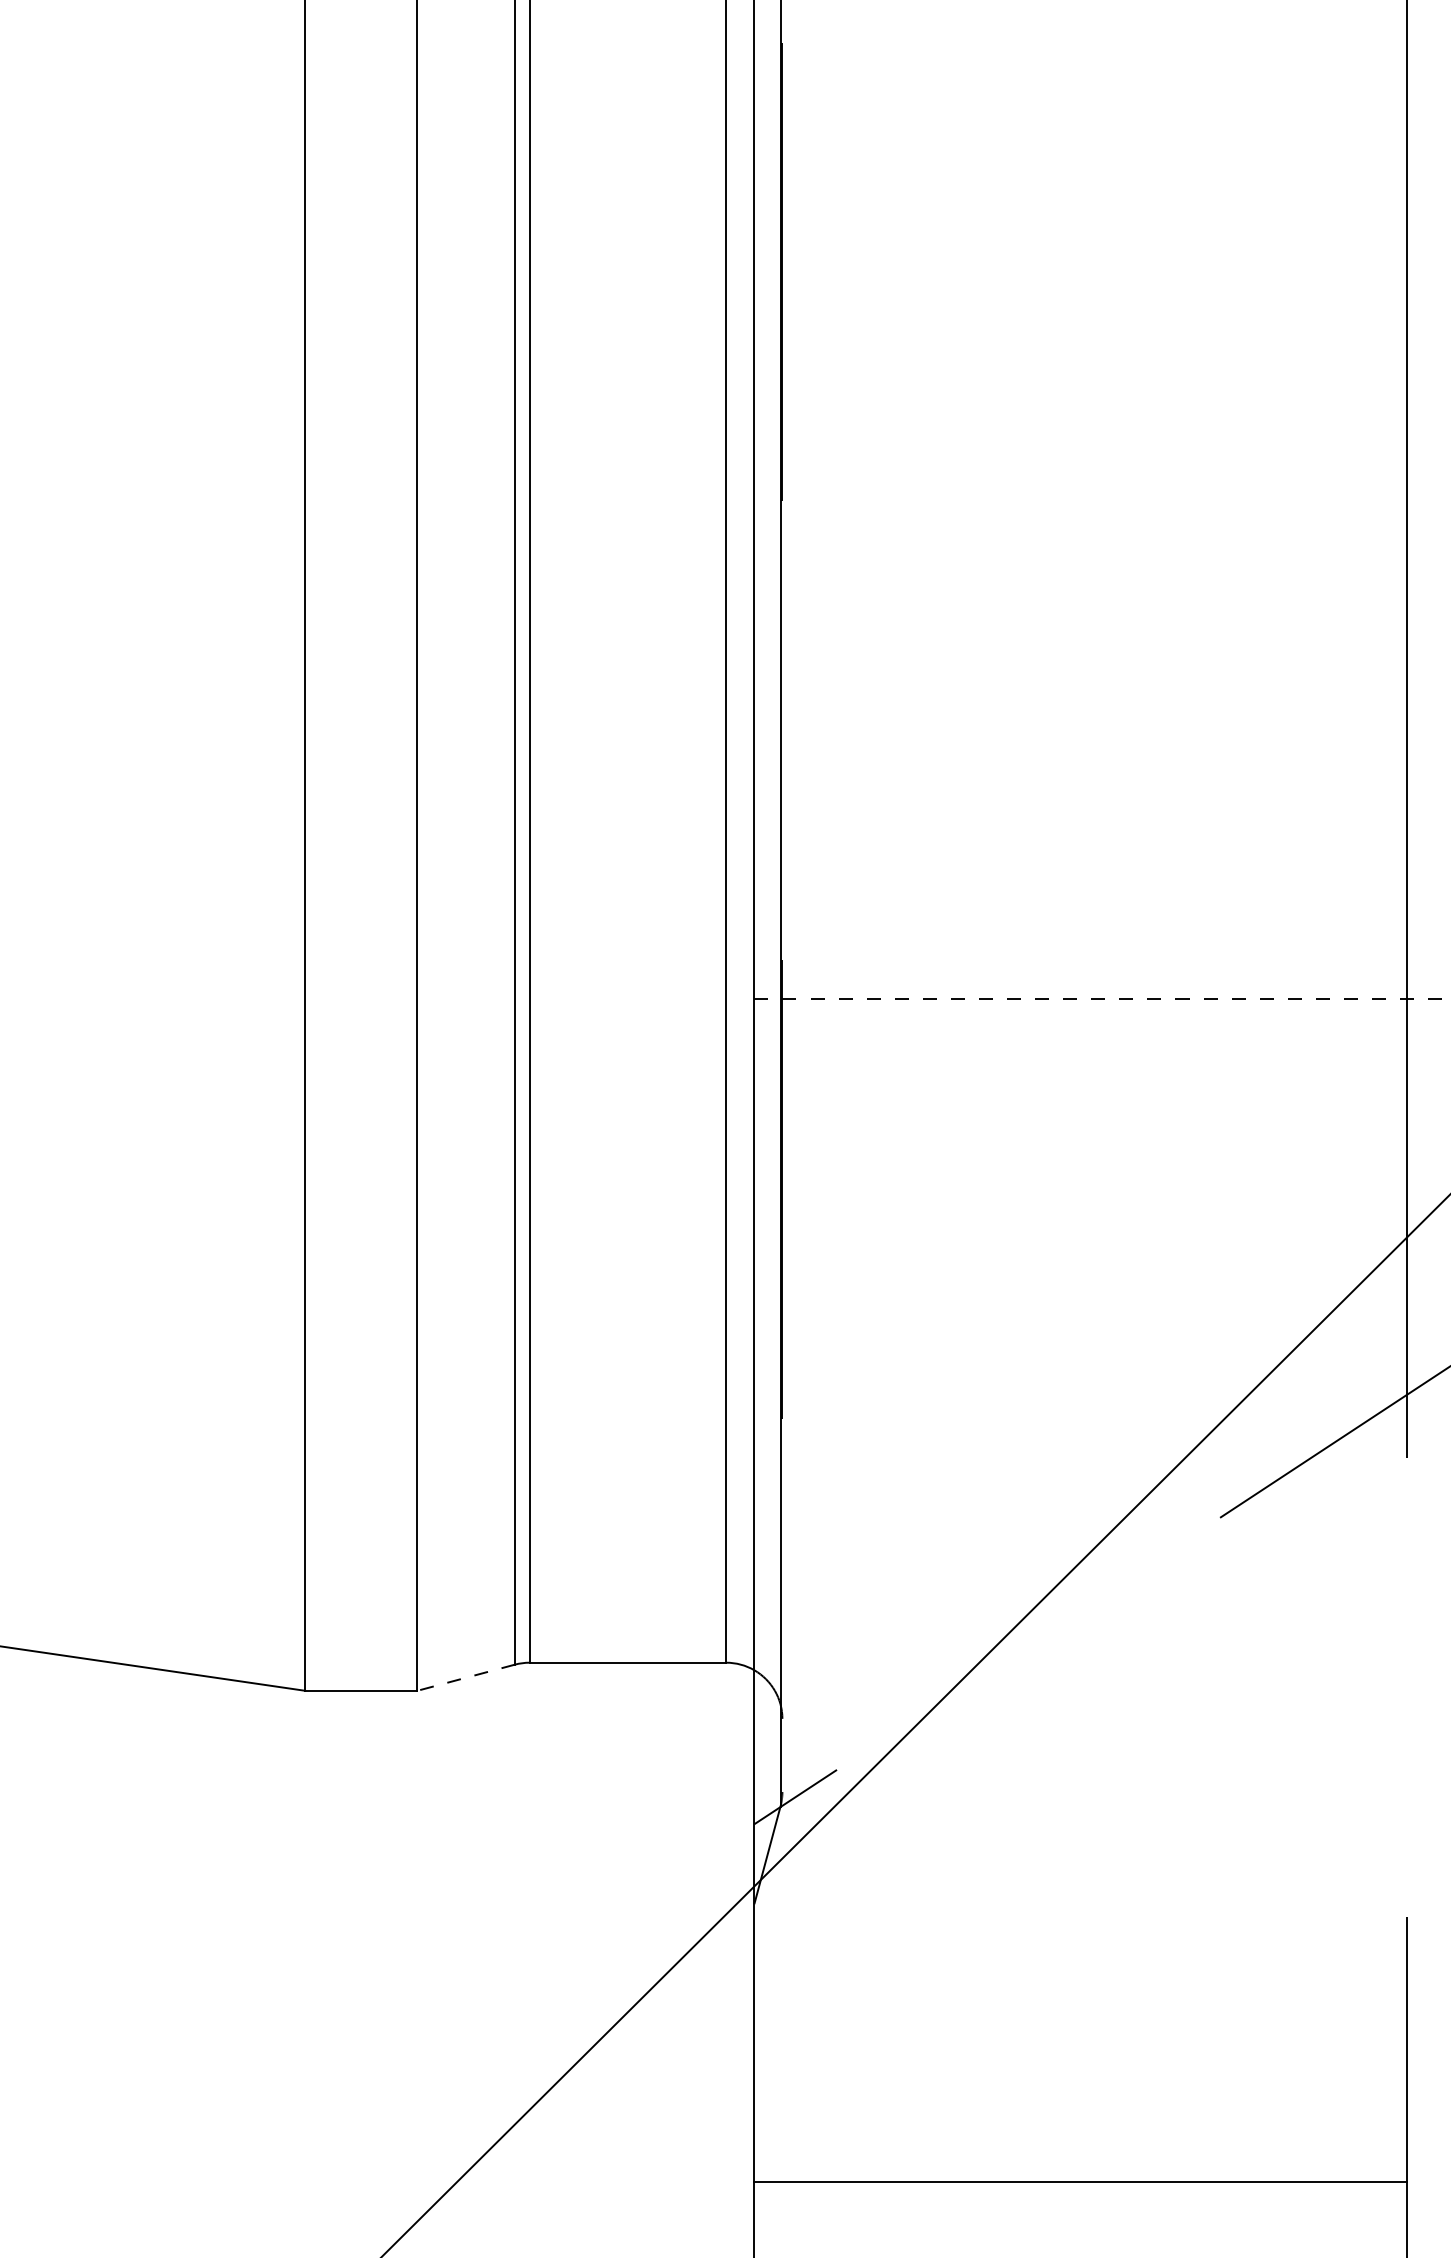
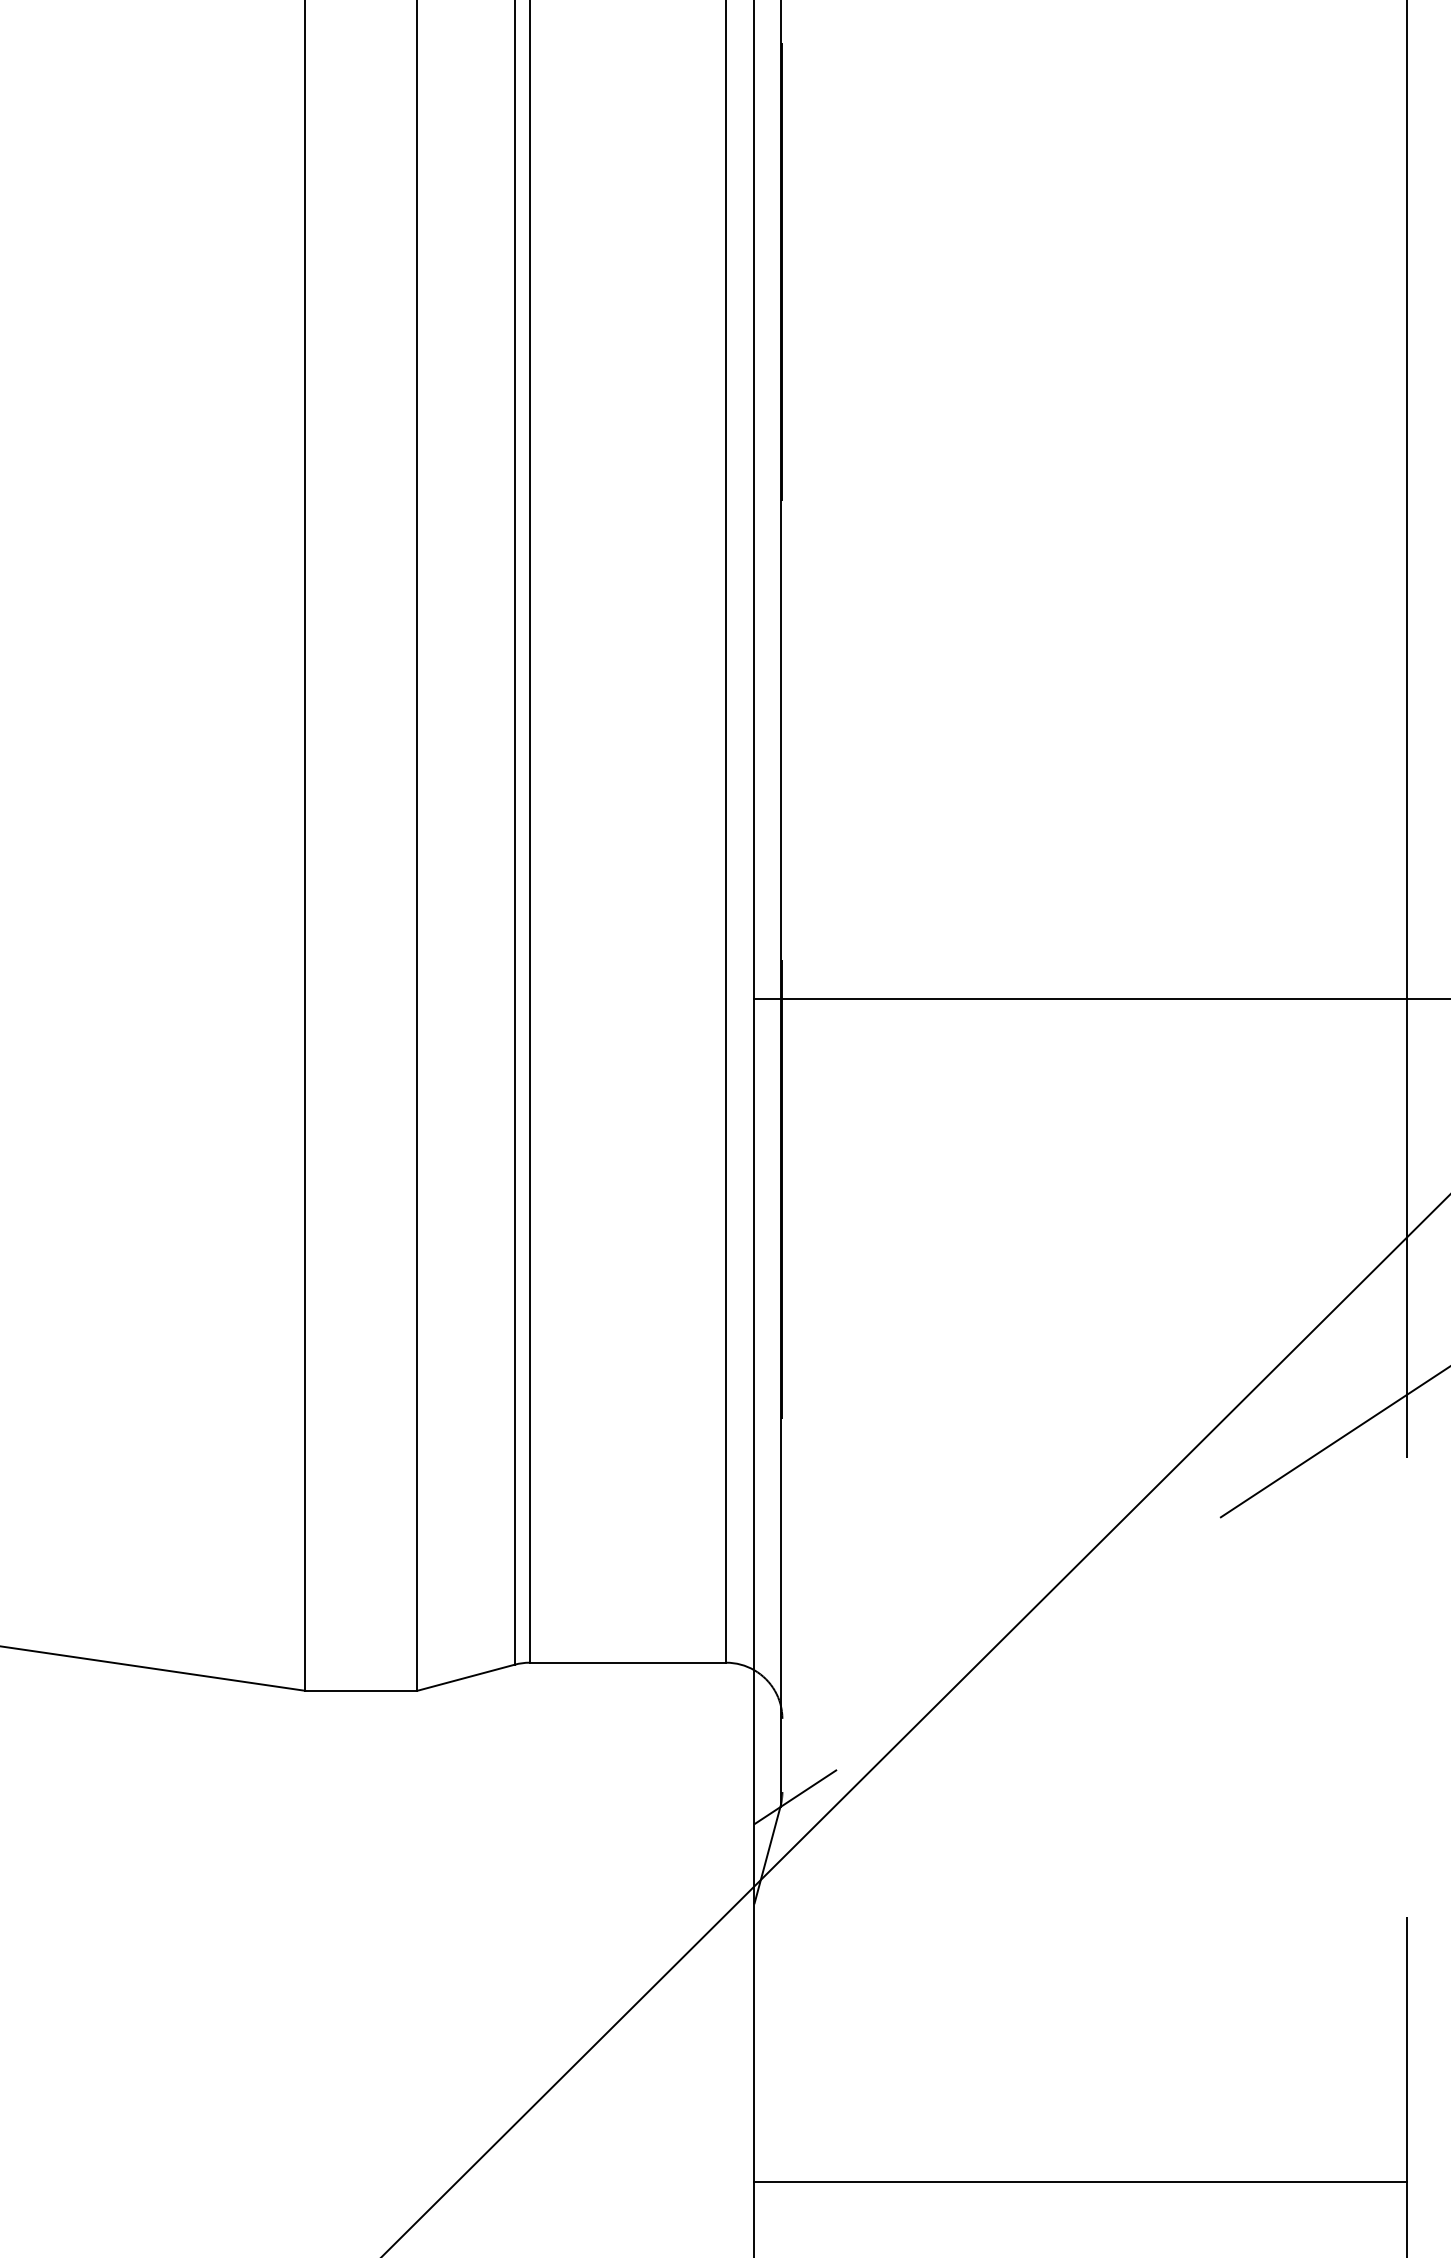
line at (1102, 999): dashed -> solid
line at (466, 1677): dashed -> solid
